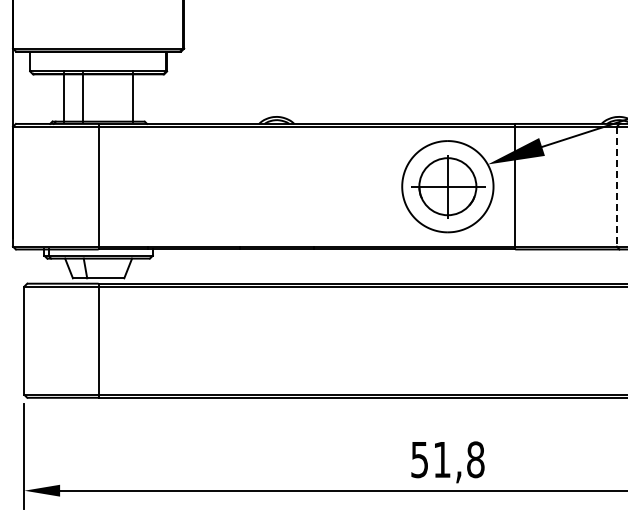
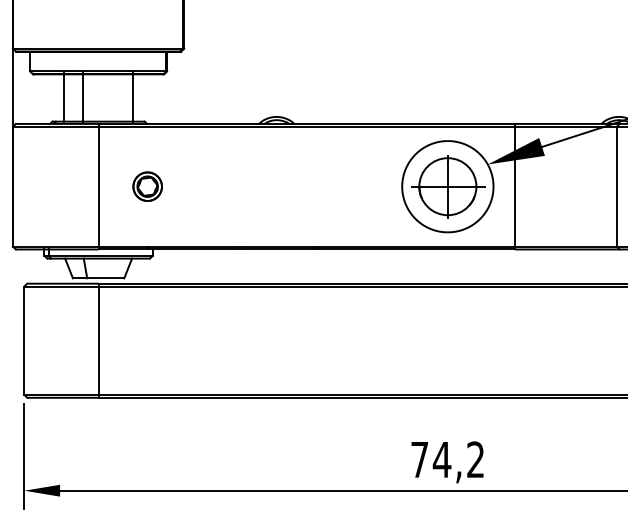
part at (147, 186): none -> present
line at (616, 186): dashed -> solid
text at (447, 459): 51,8 -> 74,2
